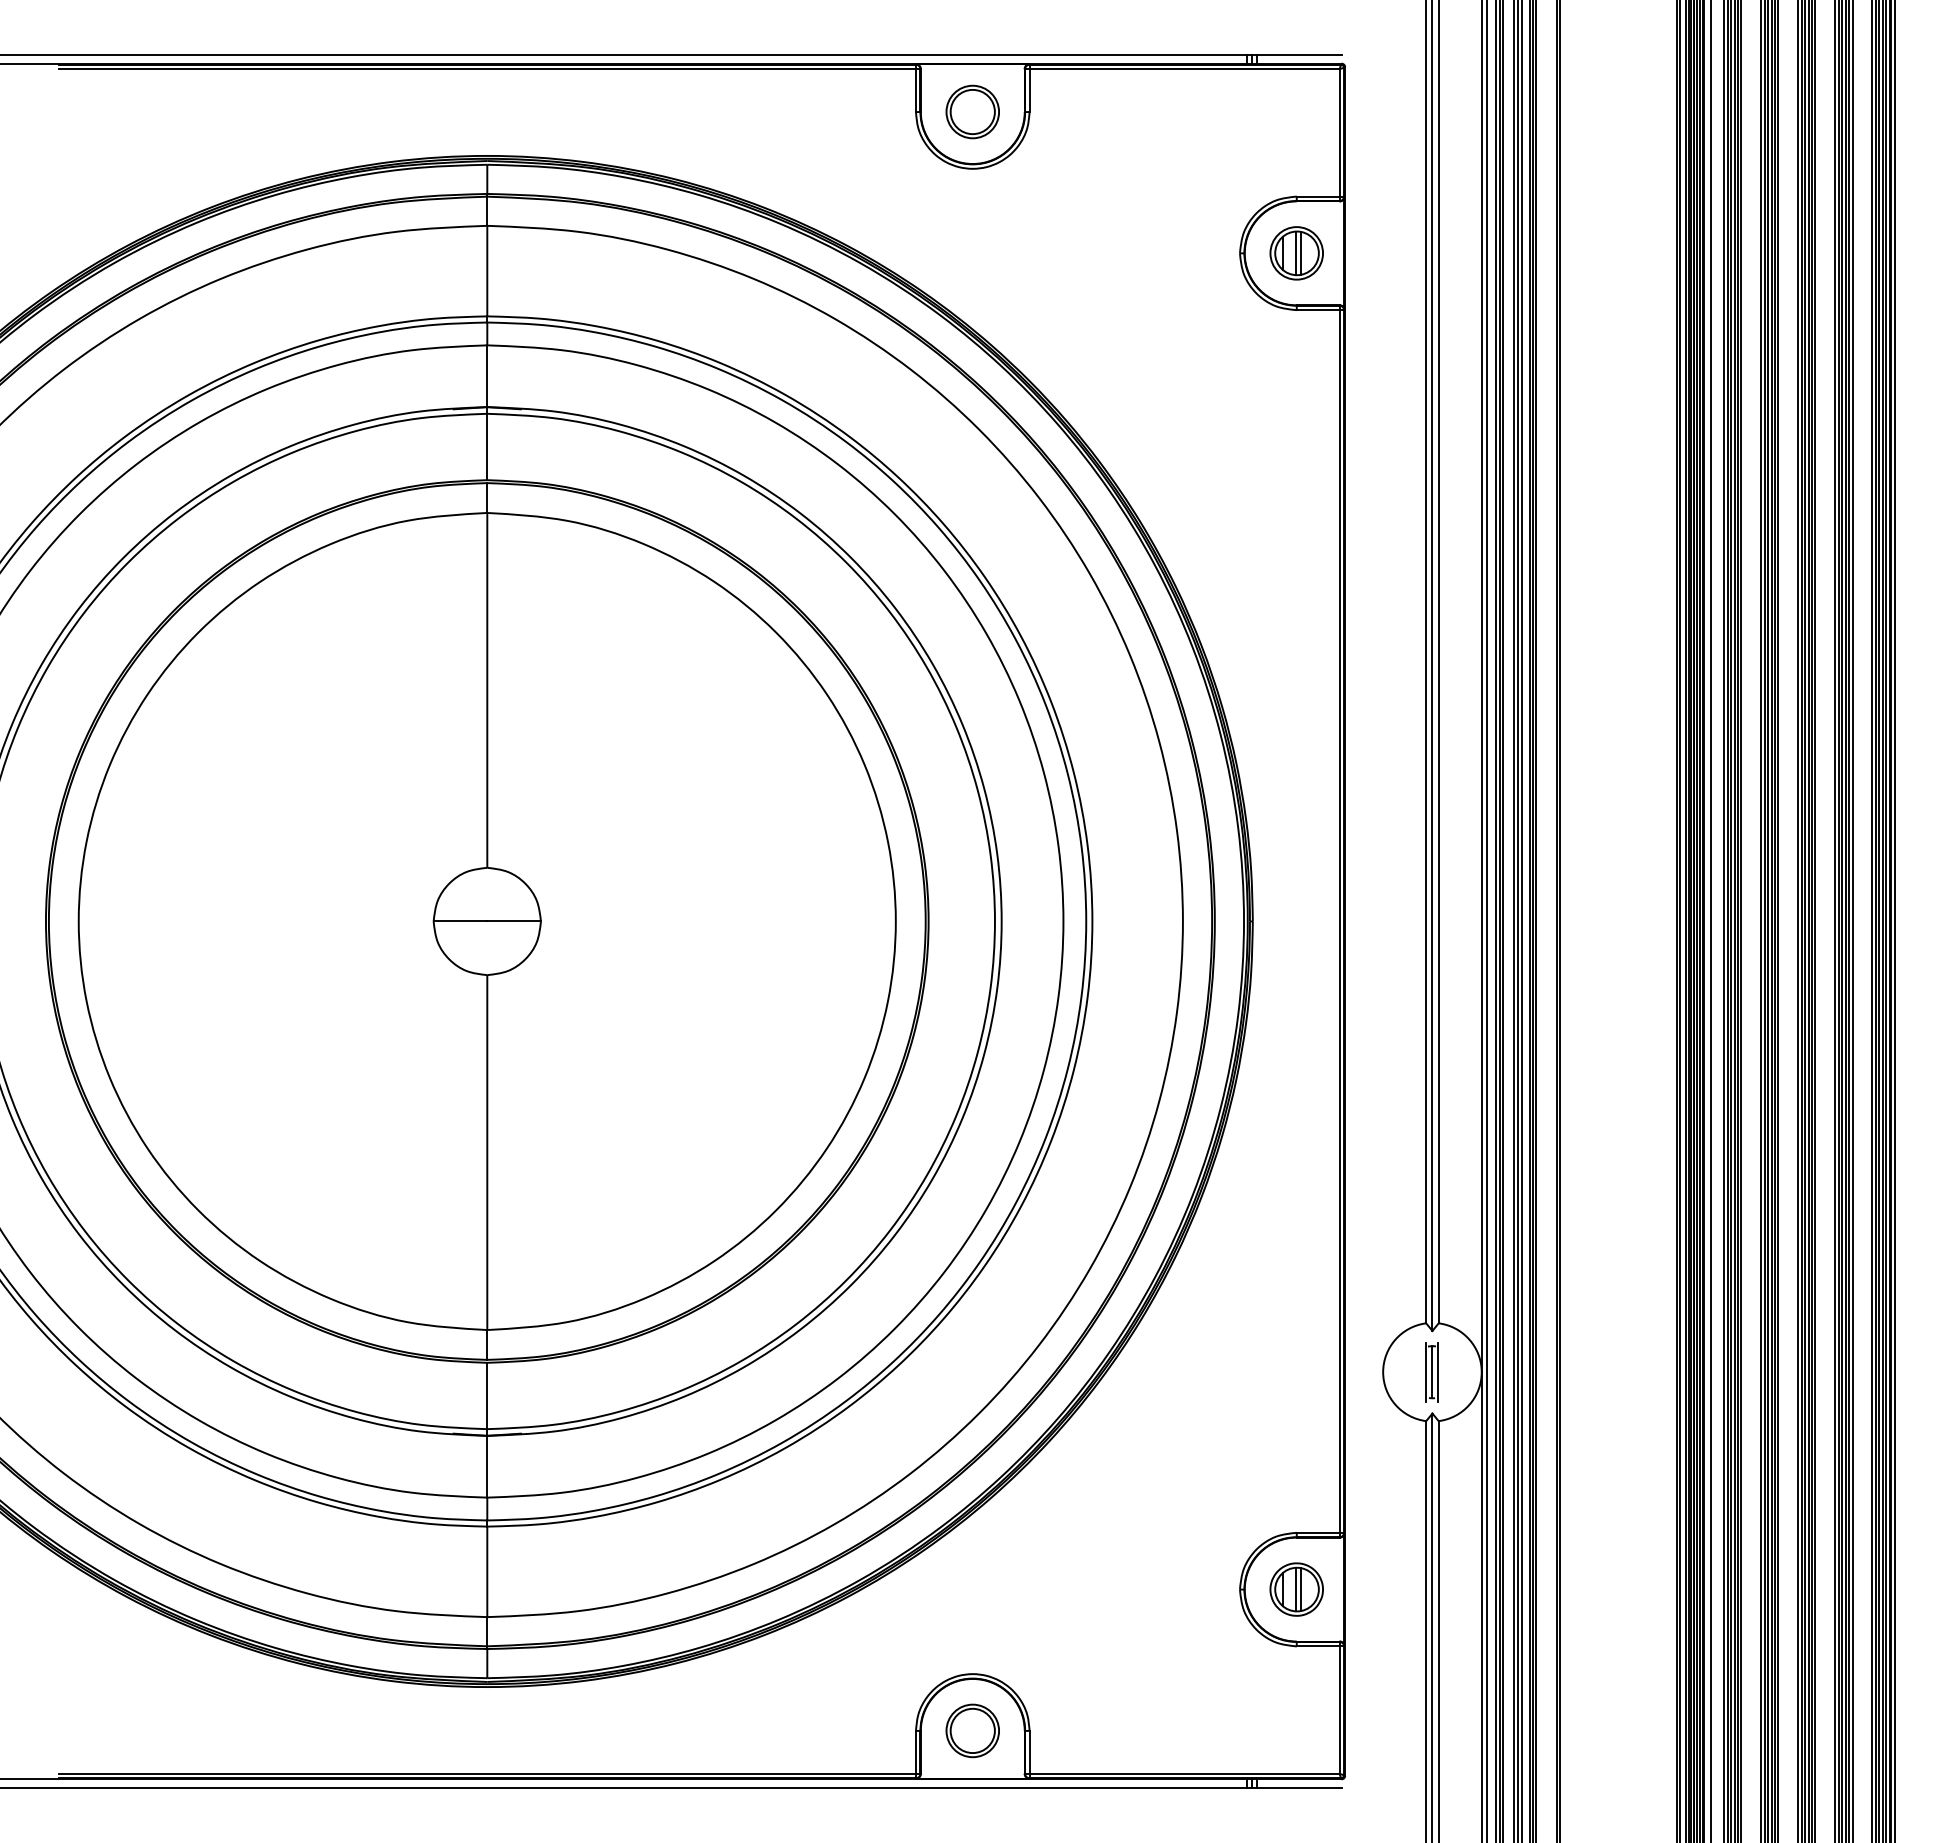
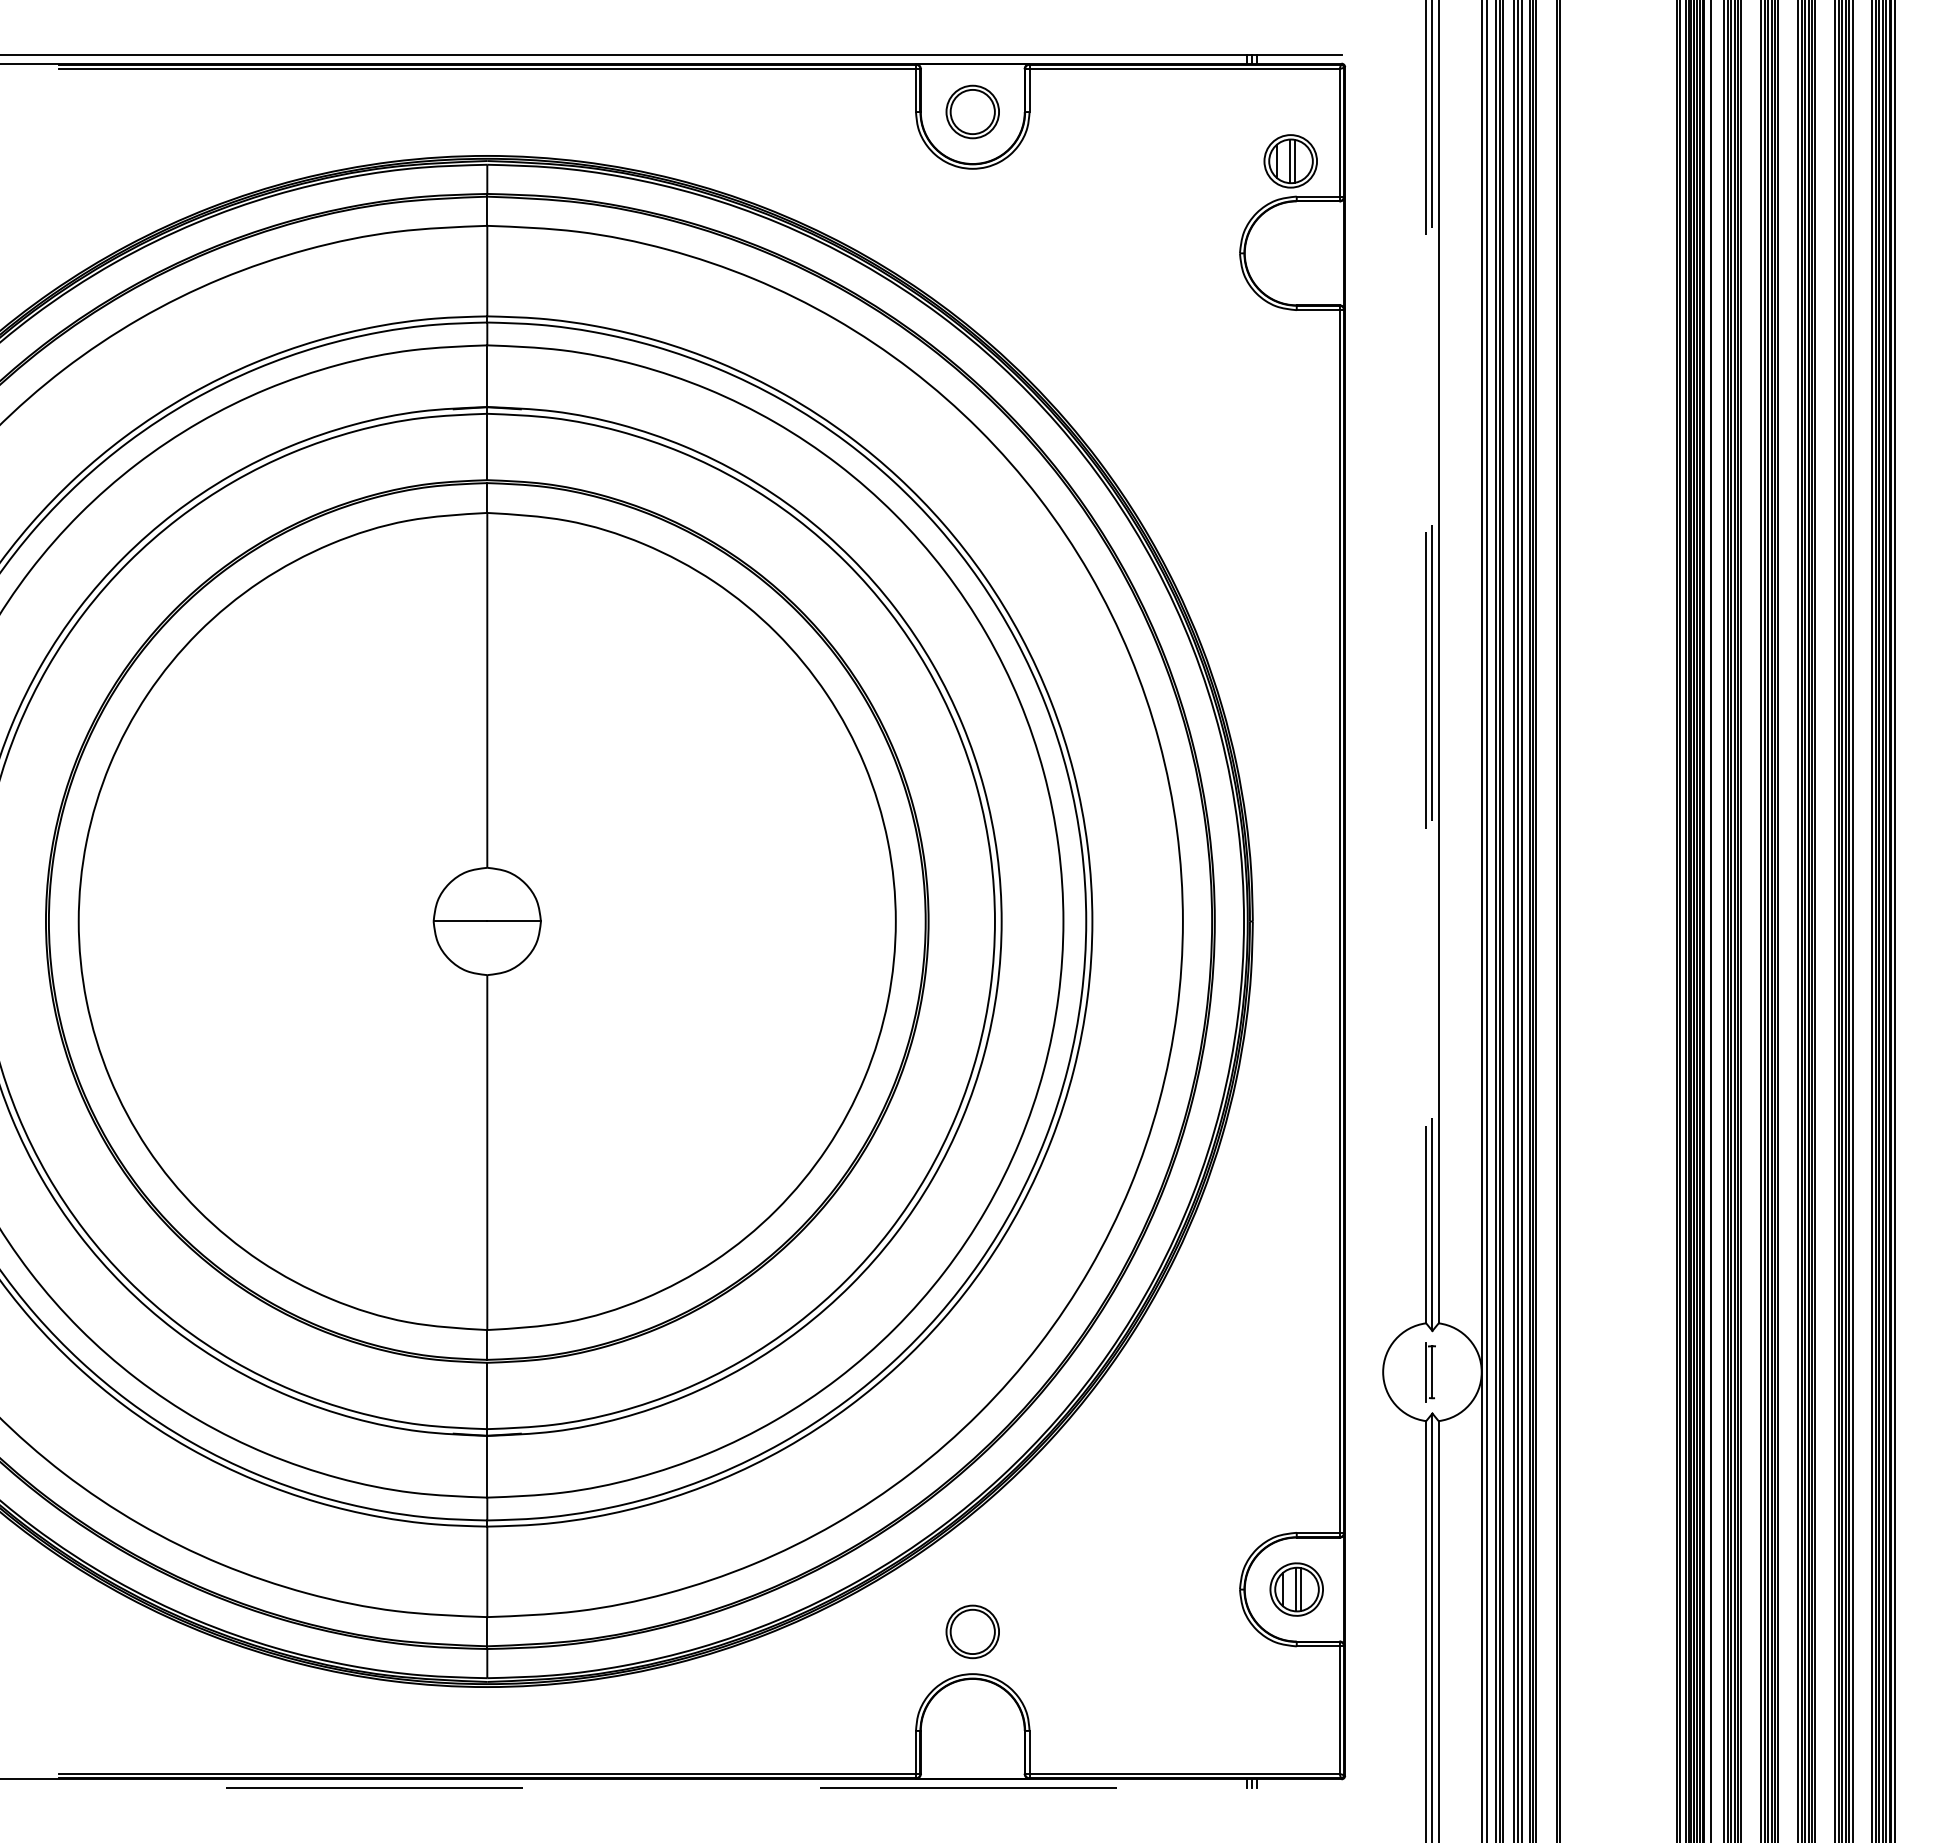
part at (1296, 253) position: (1296, 253) -> (1290, 161)
line at (1426, 662): solid -> dashed
line at (1432, 666): solid -> dashed
line at (1438, 1371): present -> none
part at (972, 1730) position: (972, 1730) -> (972, 1631)
line at (671, 1787): solid -> dashed
